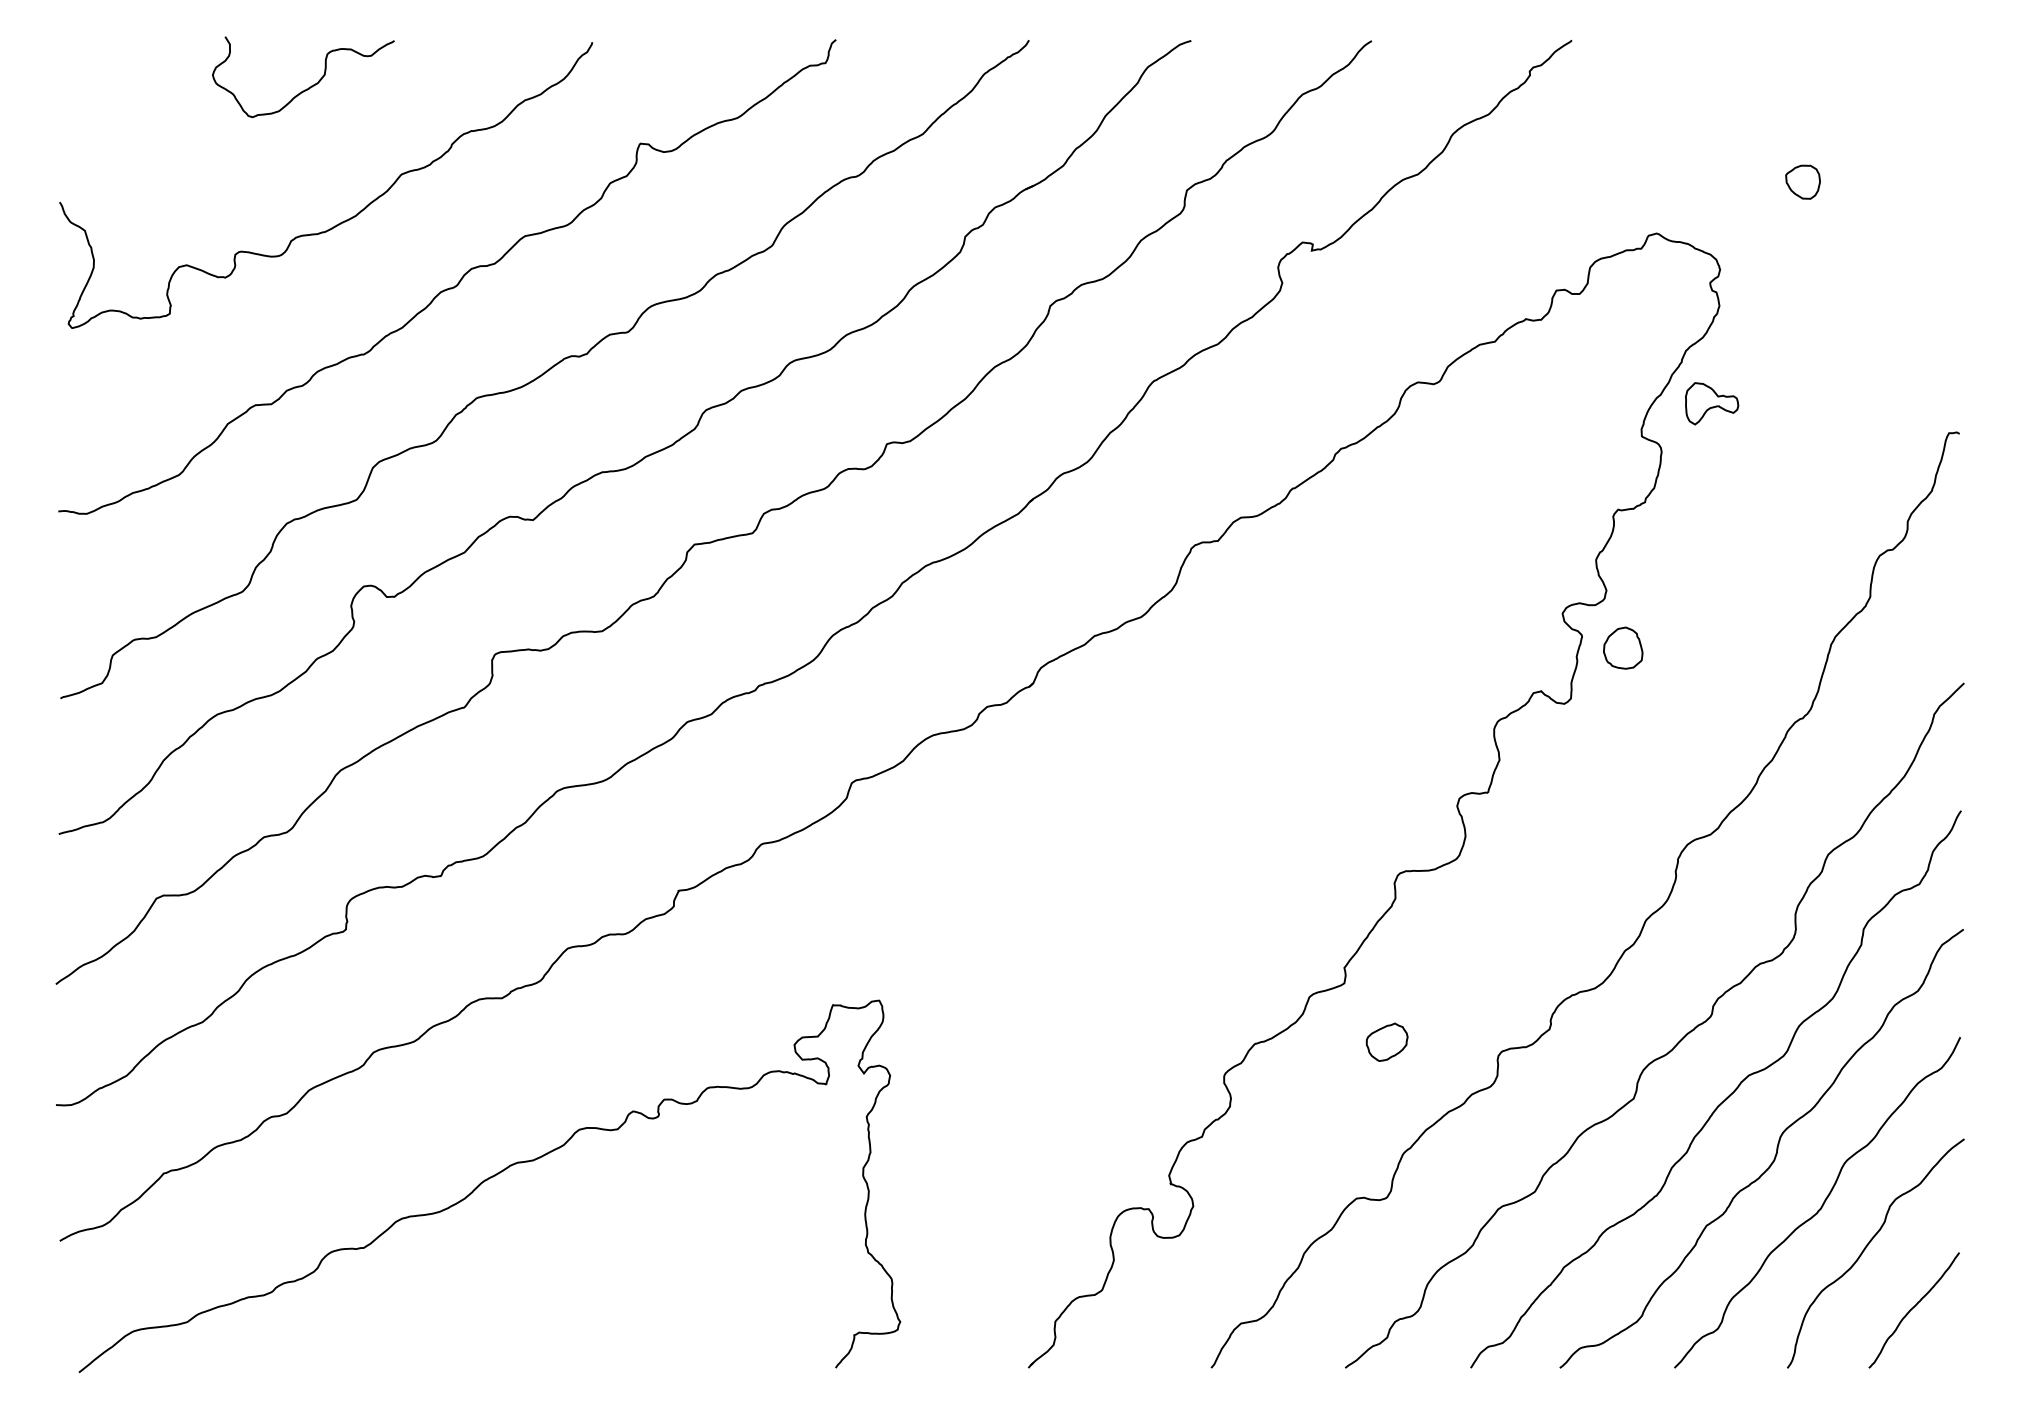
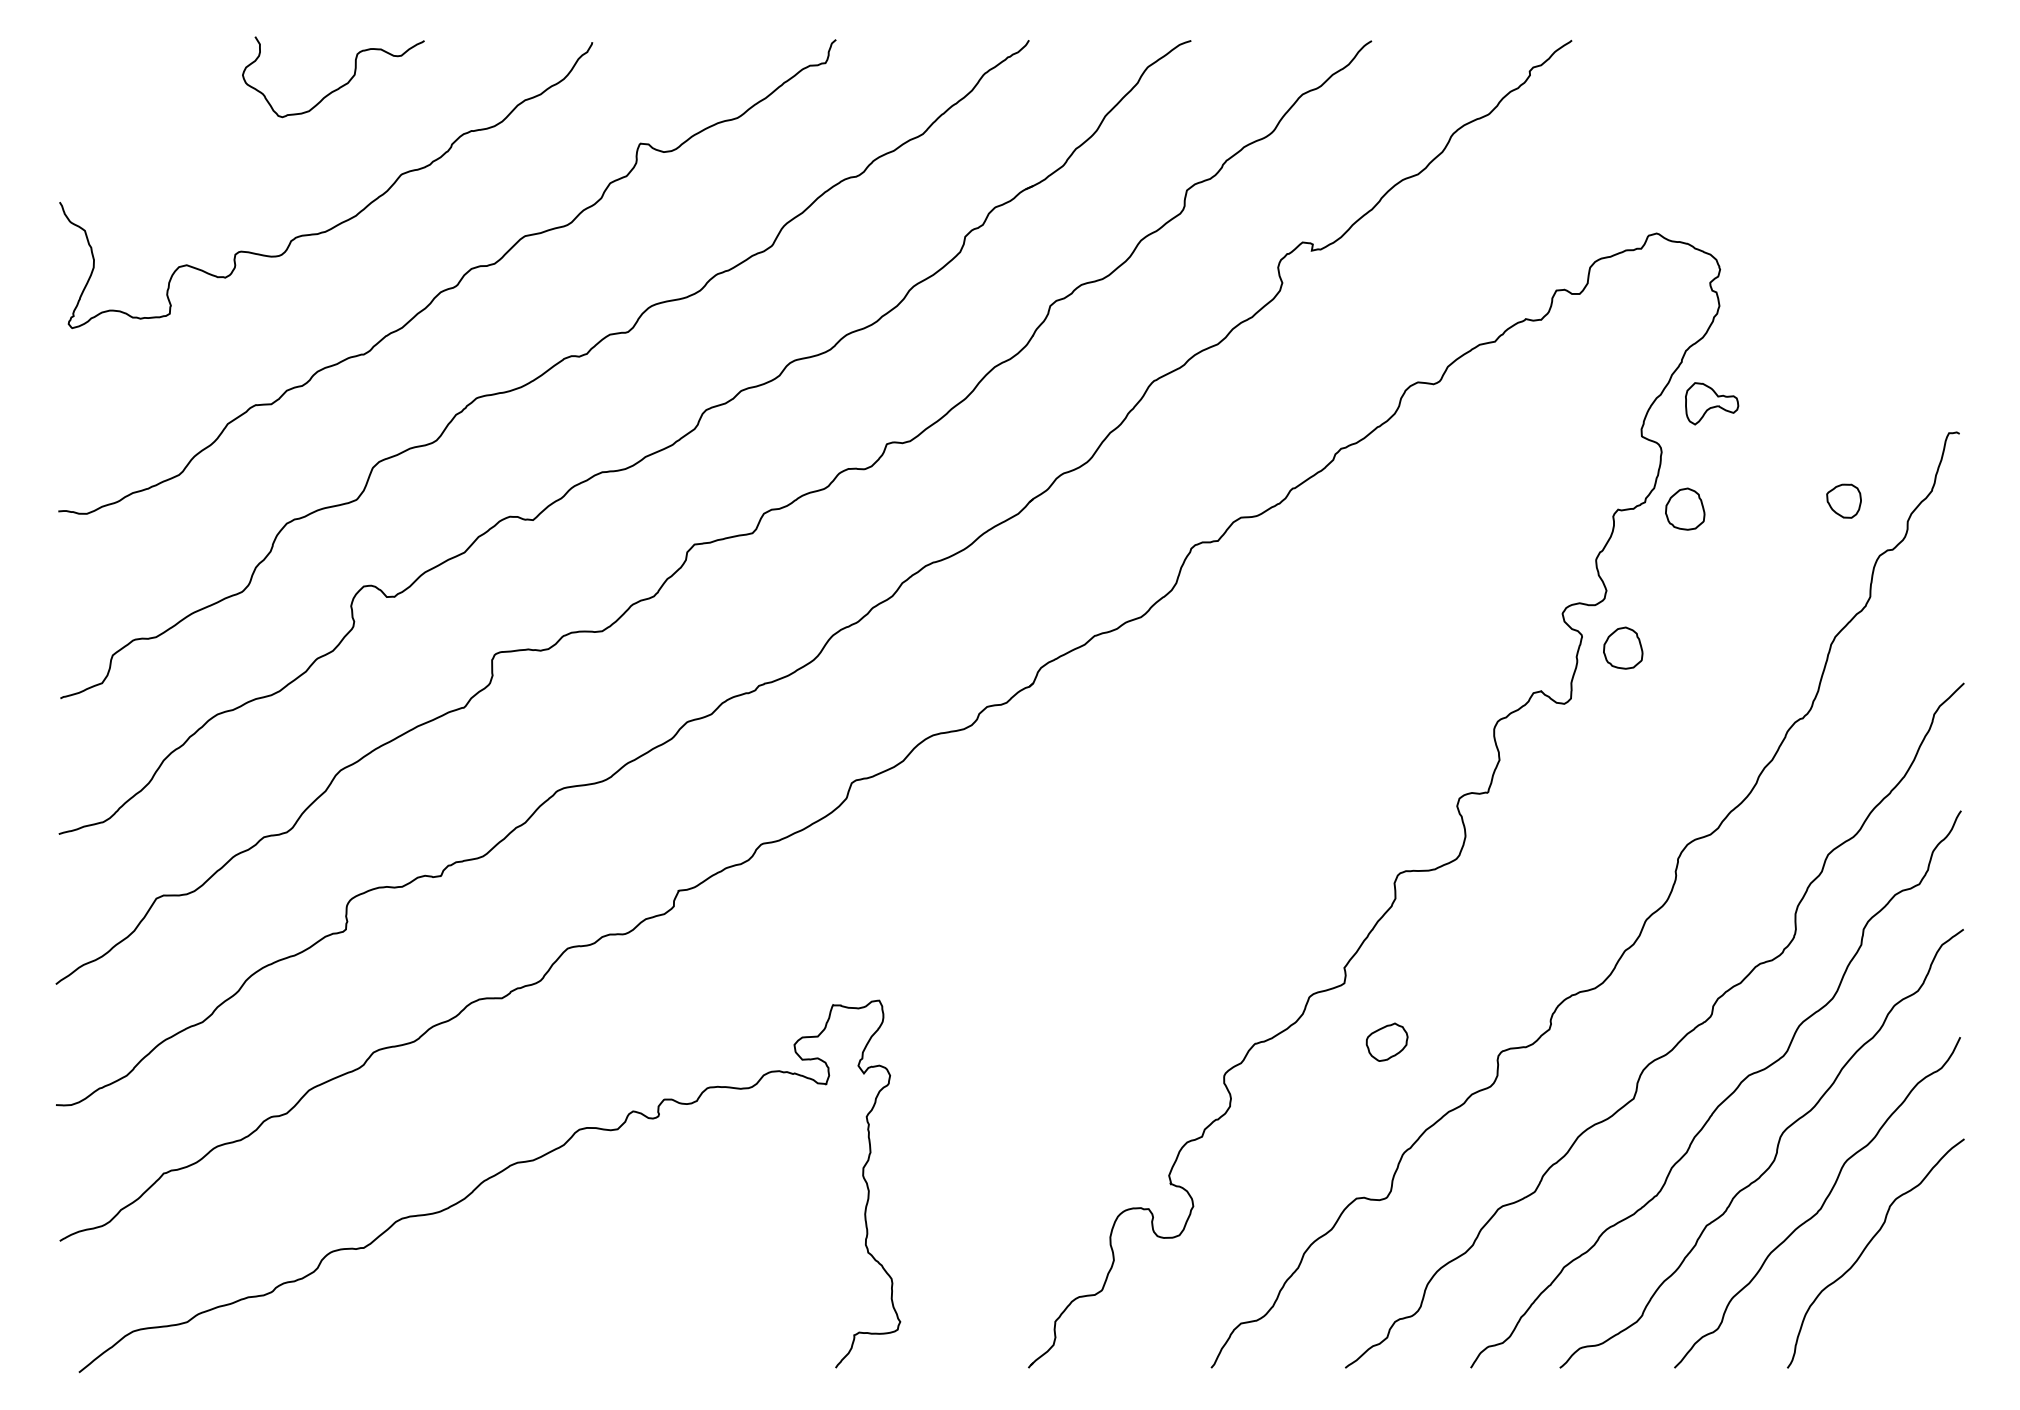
curve at (309, 86) position: (309, 86) -> (339, 86)
part at (1802, 181) position: (1802, 181) -> (1843, 500)
part at (1685, 508): none -> present
curve at (1912, 1309): present -> none
